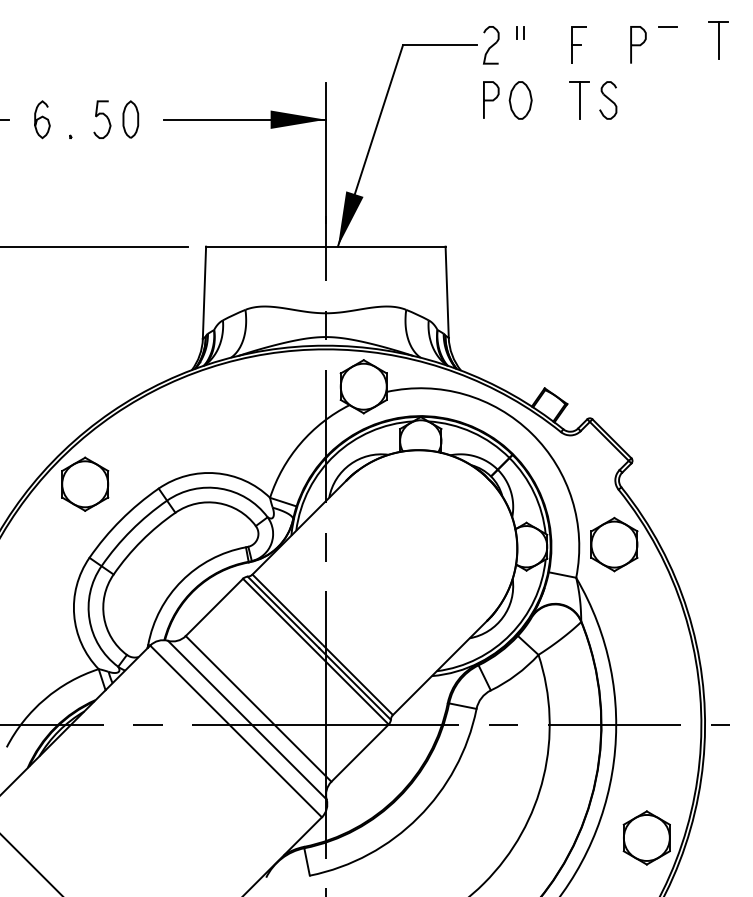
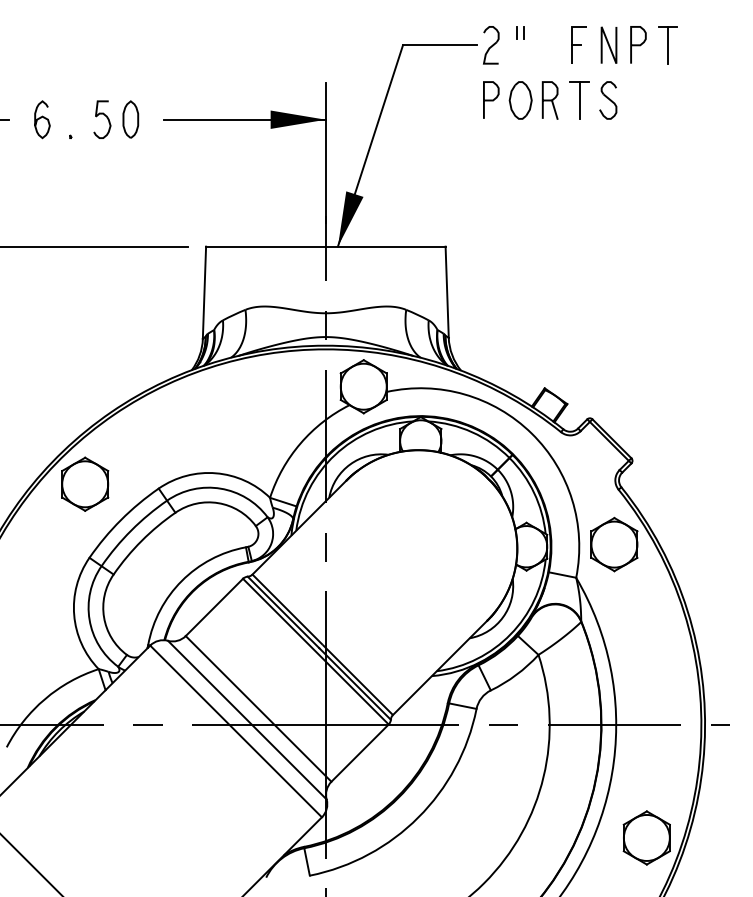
part at (718, 40): present -> none
line at (608, 44): none -> present
line at (667, 44): none -> present
part at (549, 100): none -> present
